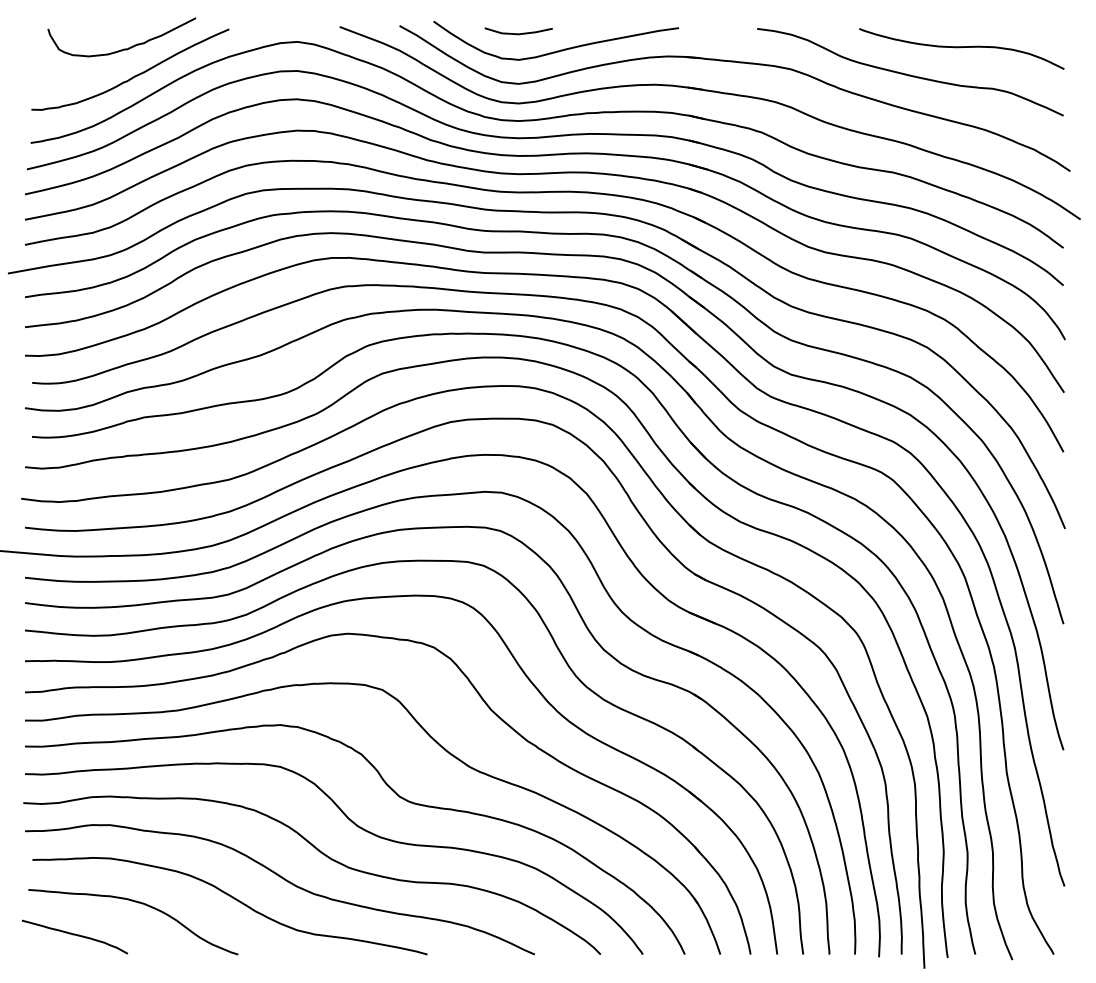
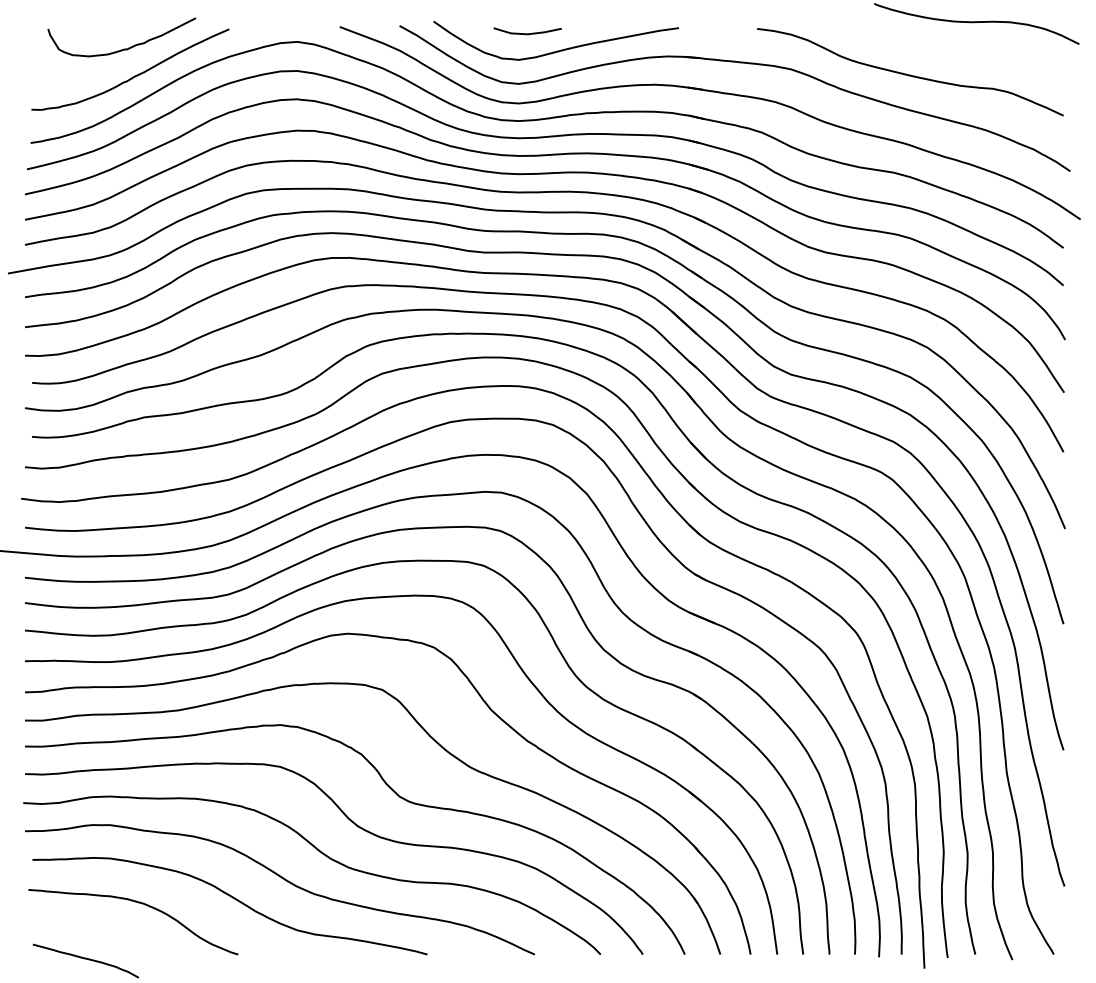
curve at (518, 33) position: (518, 33) -> (527, 33)
curve at (961, 47) position: (961, 47) -> (976, 22)
curve at (74, 935) position: (74, 935) -> (85, 959)
